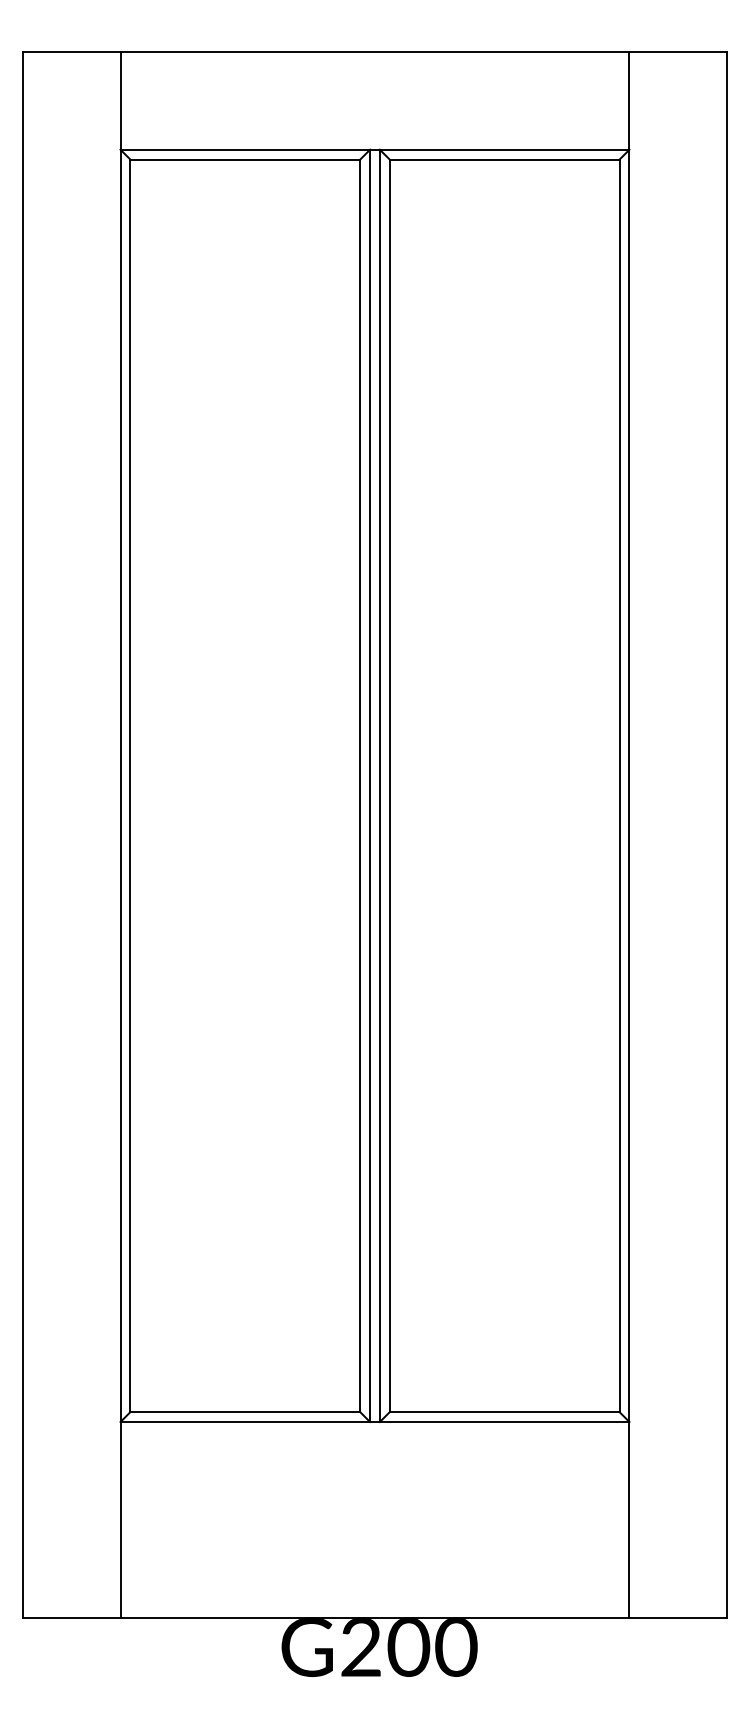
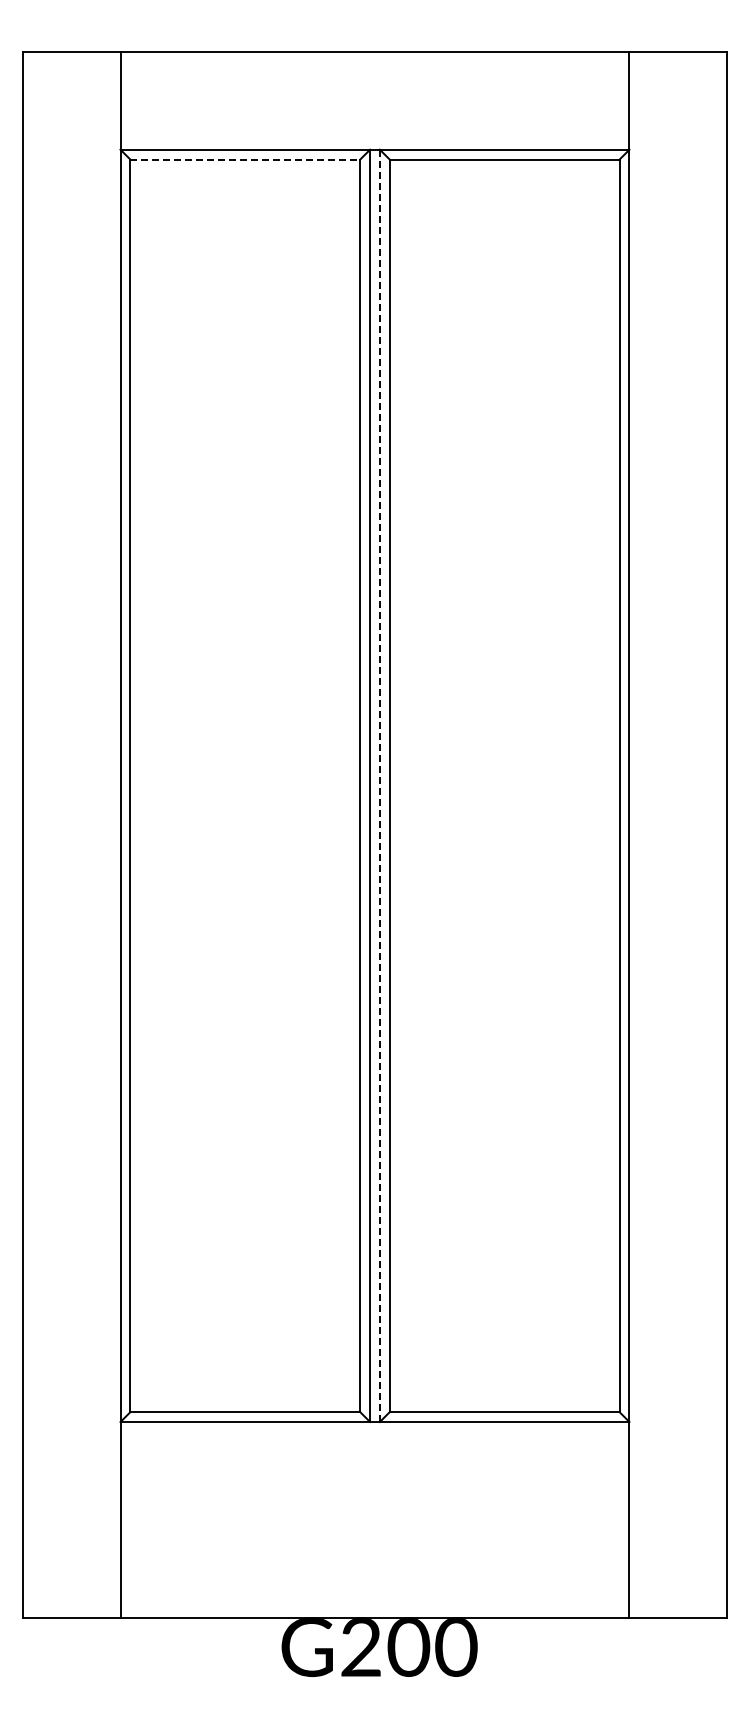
line at (245, 159): solid -> dashed
line at (379, 785): solid -> dashed
